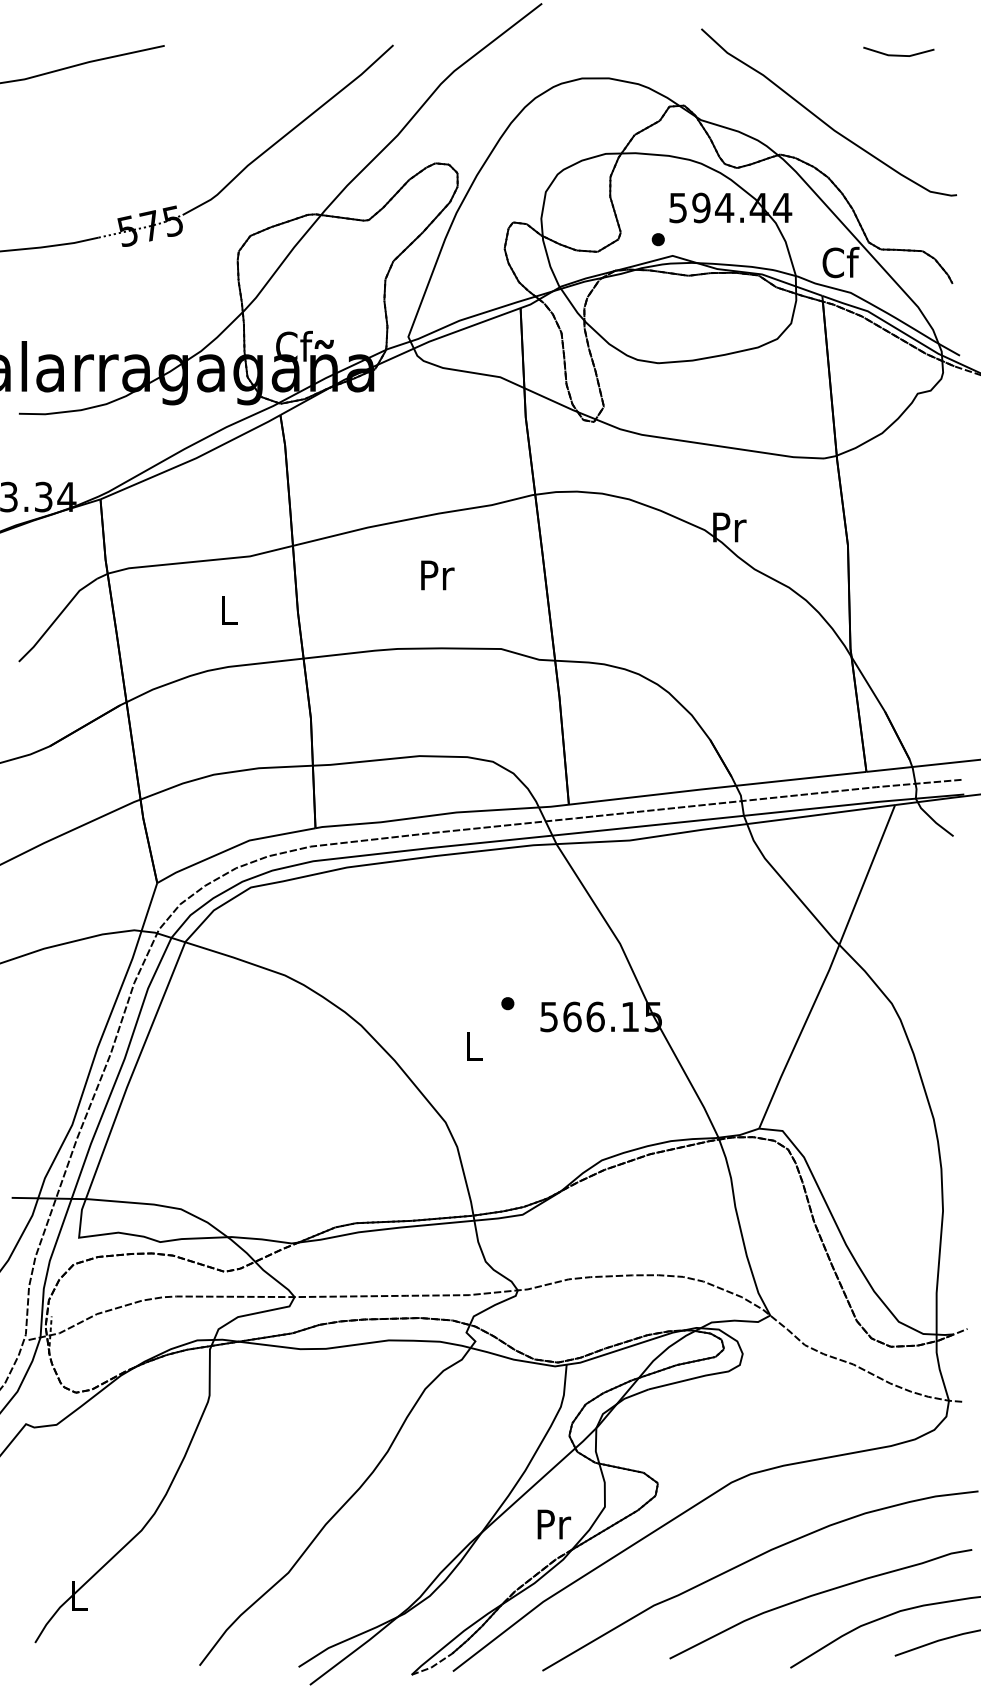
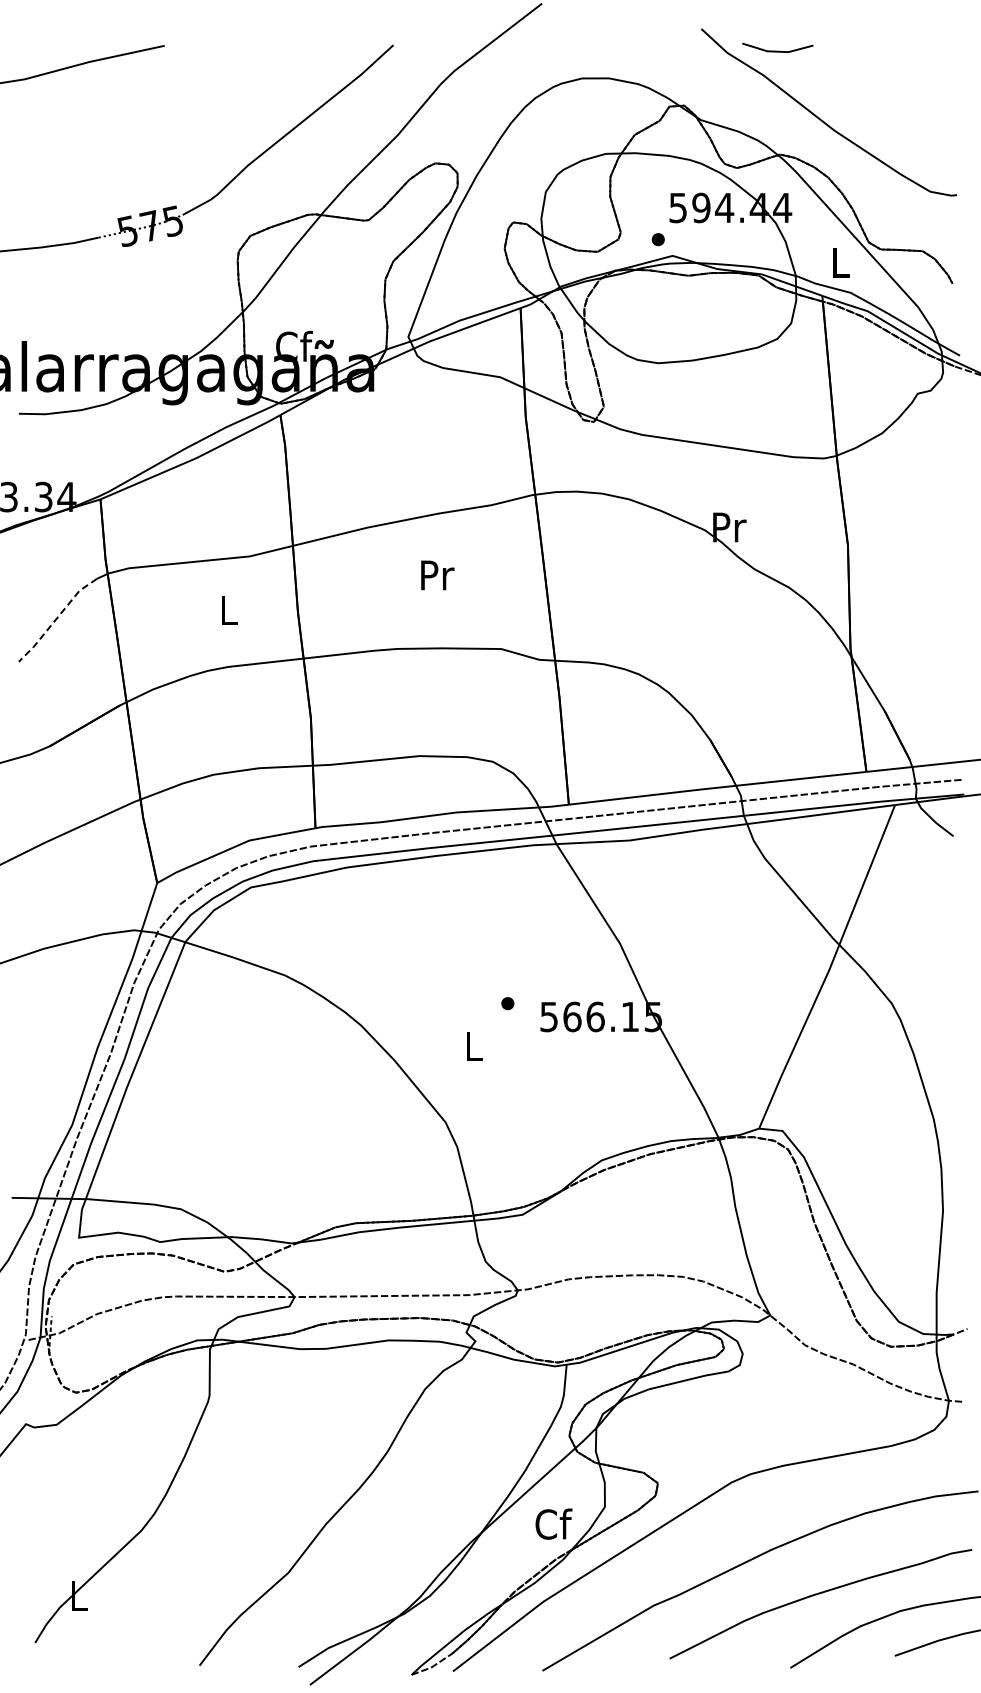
line at (898, 54) position: (898, 54) -> (777, 50)
text at (840, 262): Cf -> L
line at (56, 618): solid -> dashed
text at (553, 1523): Pr -> Cf
